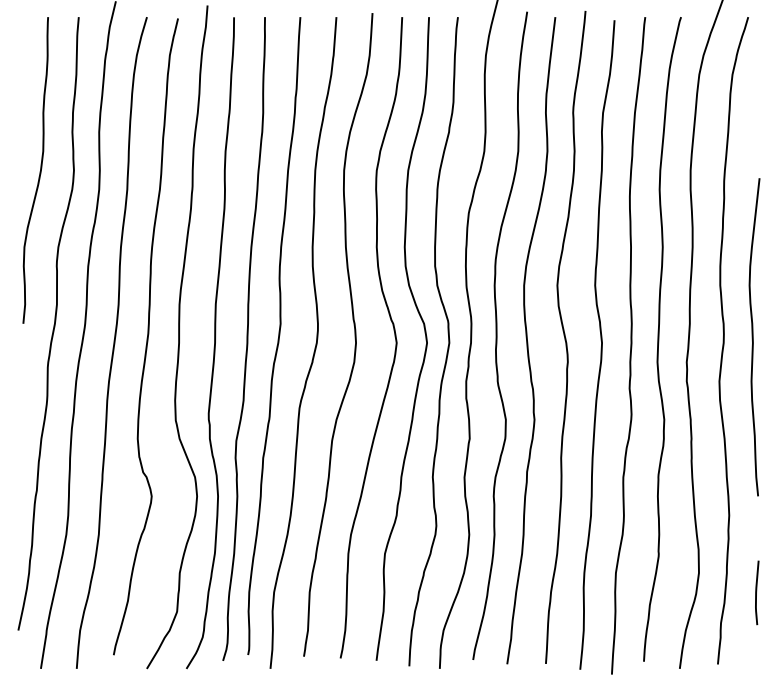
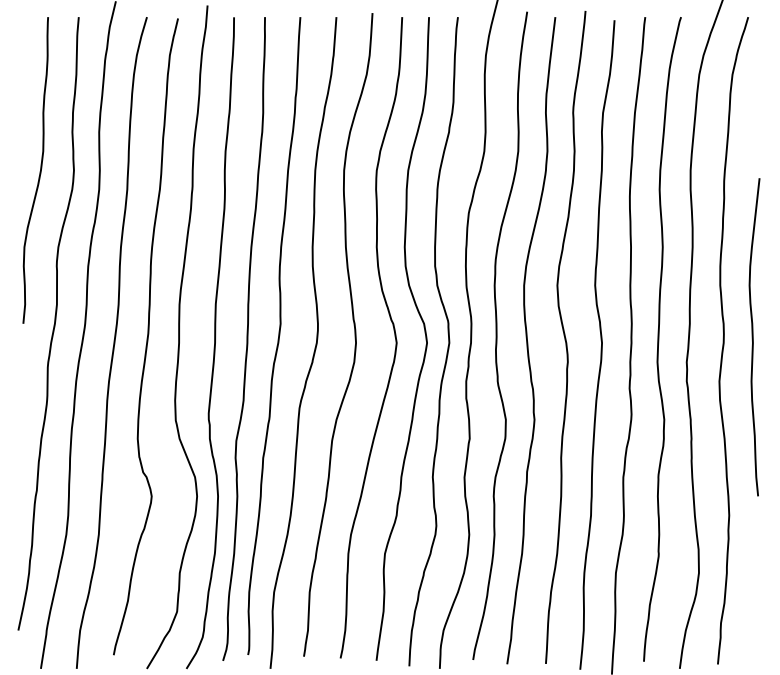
curve at (757, 591): present -> none
